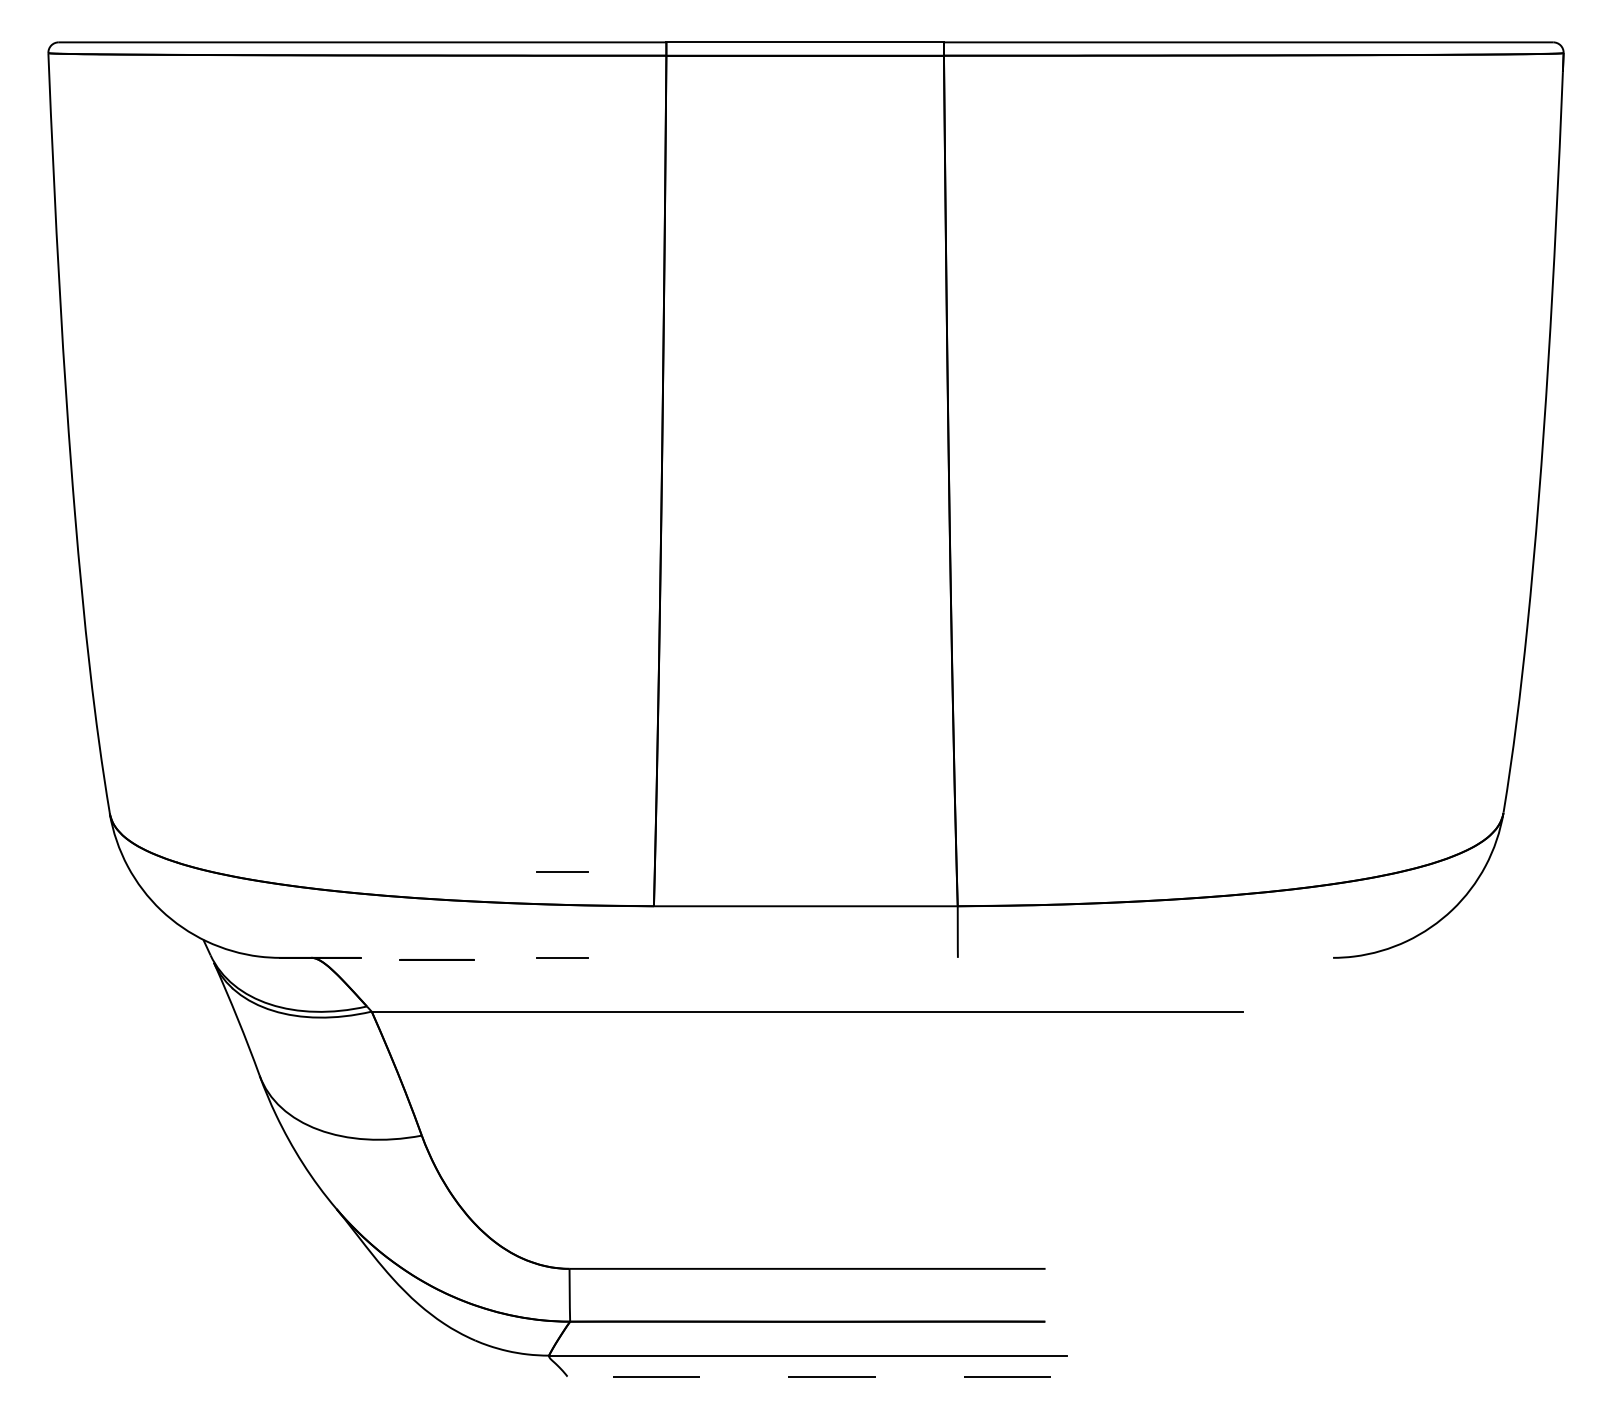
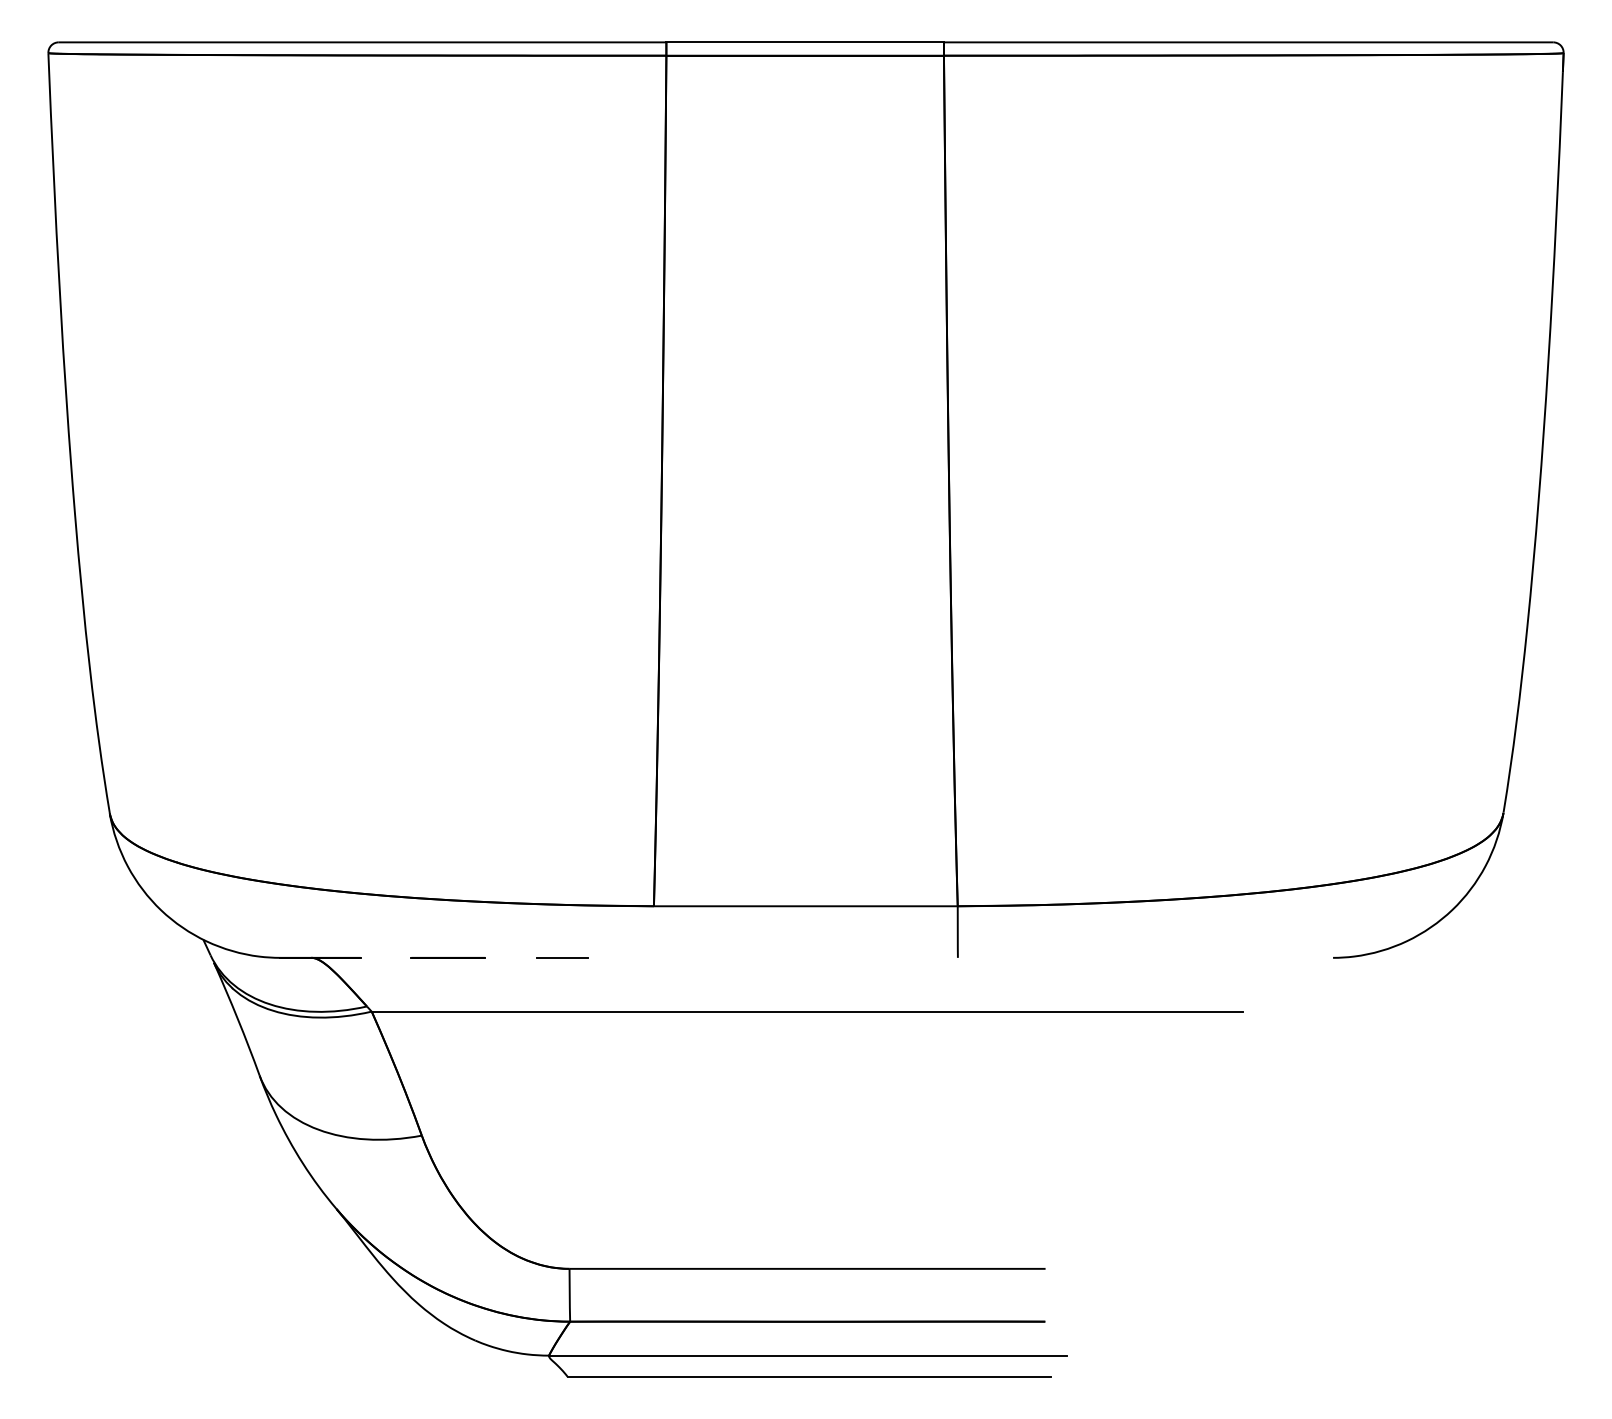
line at (562, 871): present -> none
line at (436, 959) position: (436, 959) -> (447, 957)
line at (809, 1376): dashed -> solid
